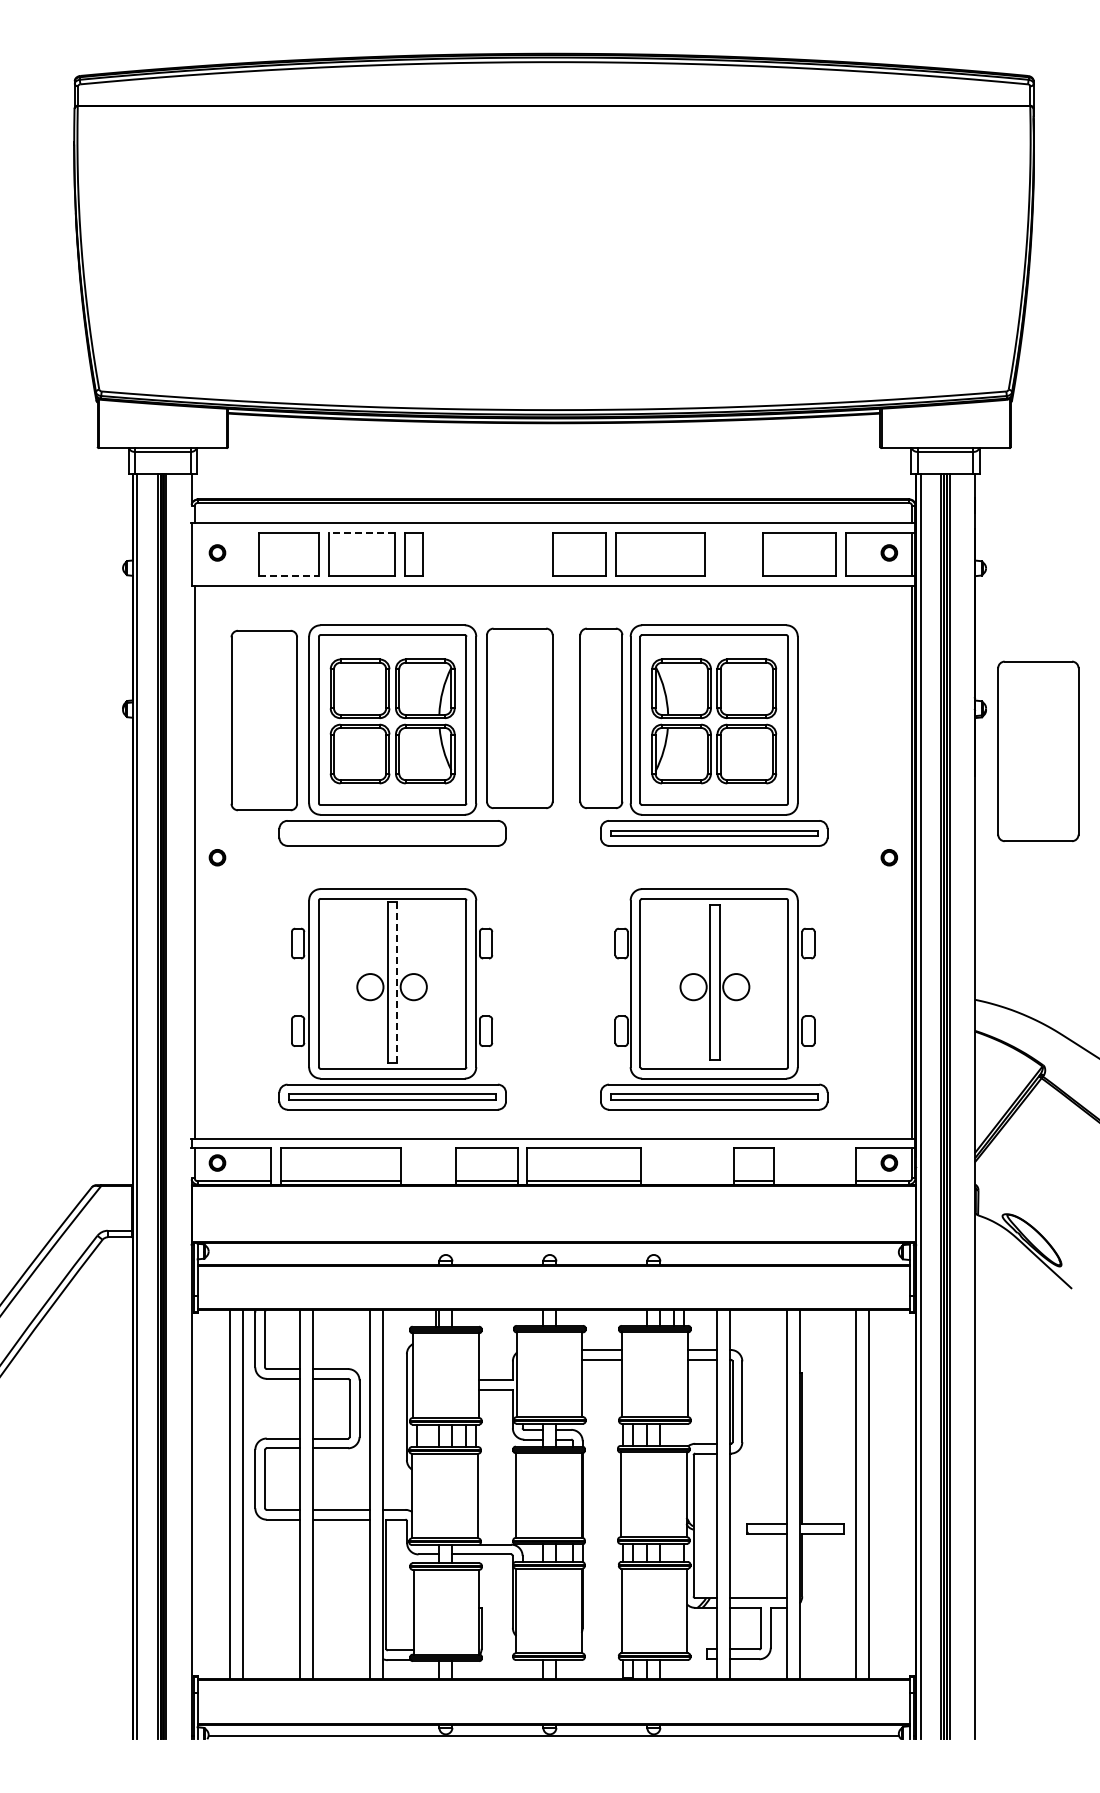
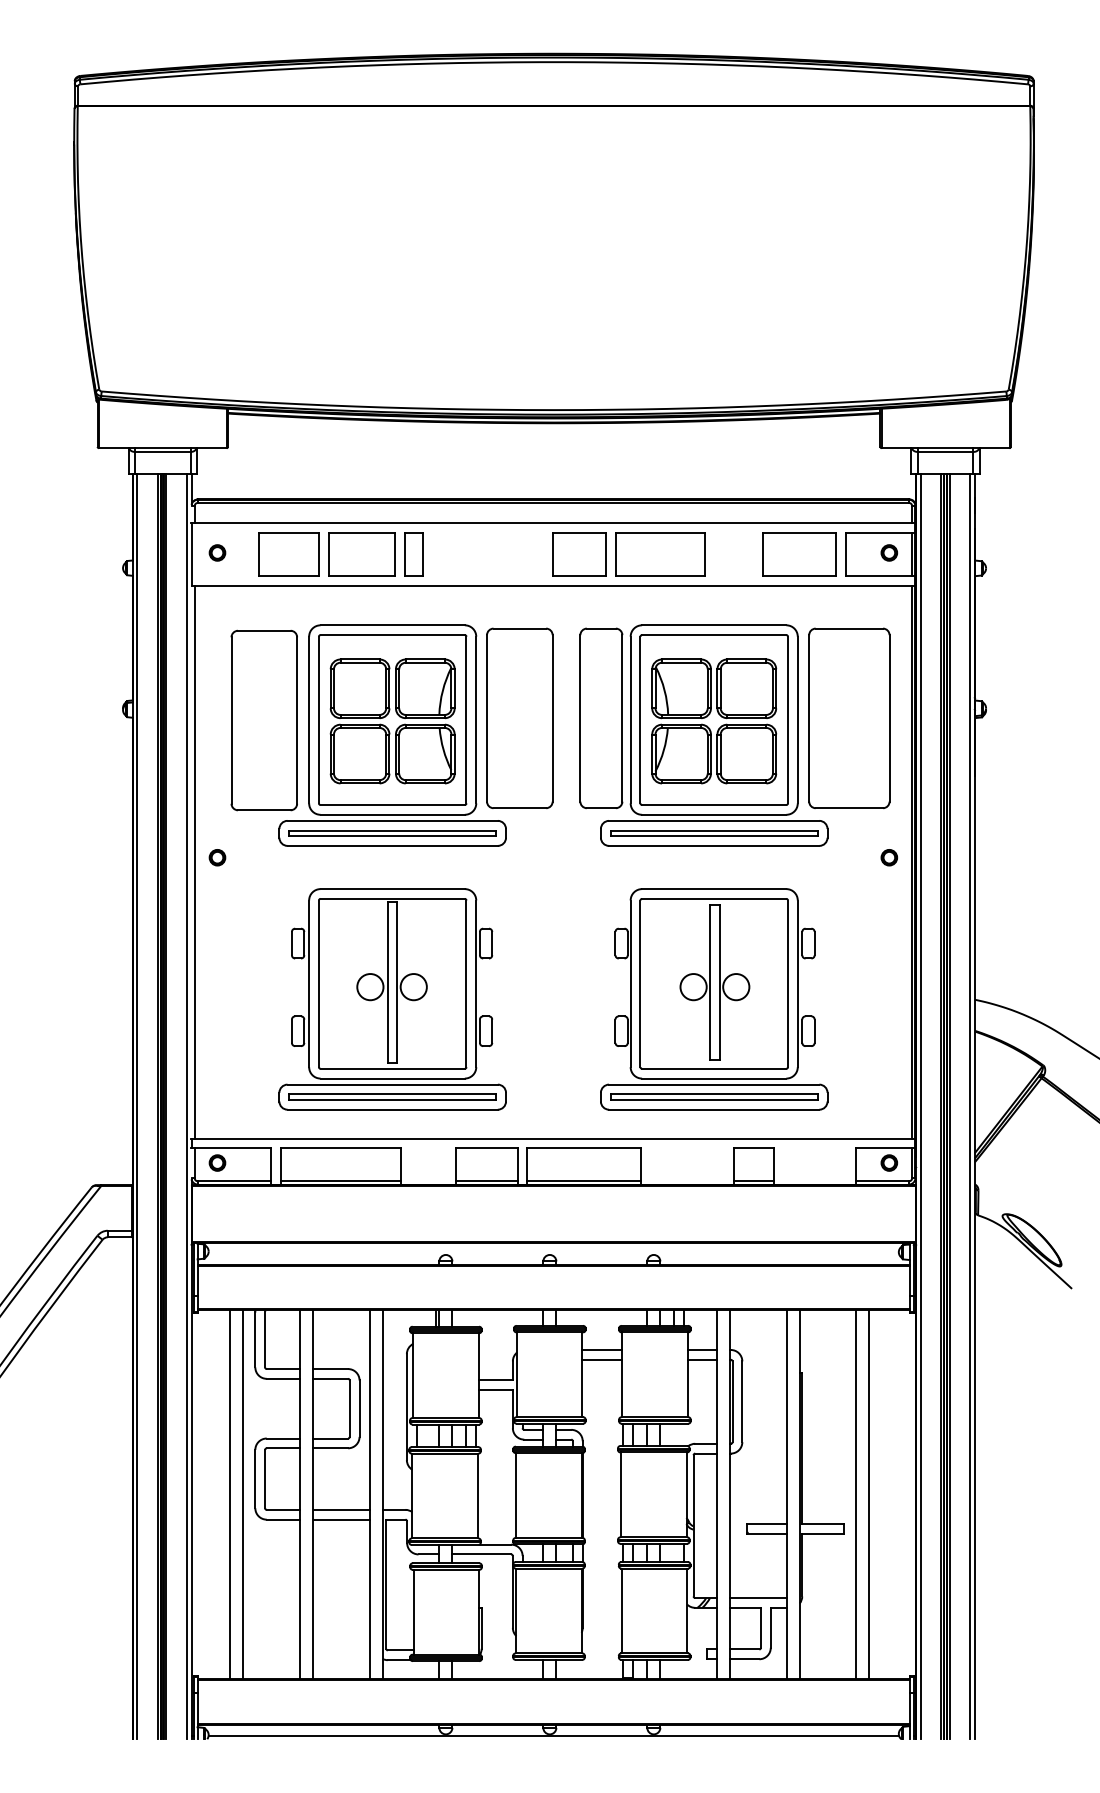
line at (361, 532): dashed -> solid
line at (289, 575): dashed -> solid
part at (1038, 751) position: (1038, 751) -> (849, 718)
part at (392, 833): none -> present
line at (397, 982): dashed -> solid
line at (187, 1106): none -> present
line at (970, 1106): none -> present
